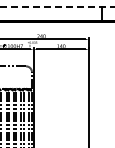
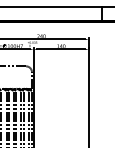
line at (57, 6): dashed -> solid
